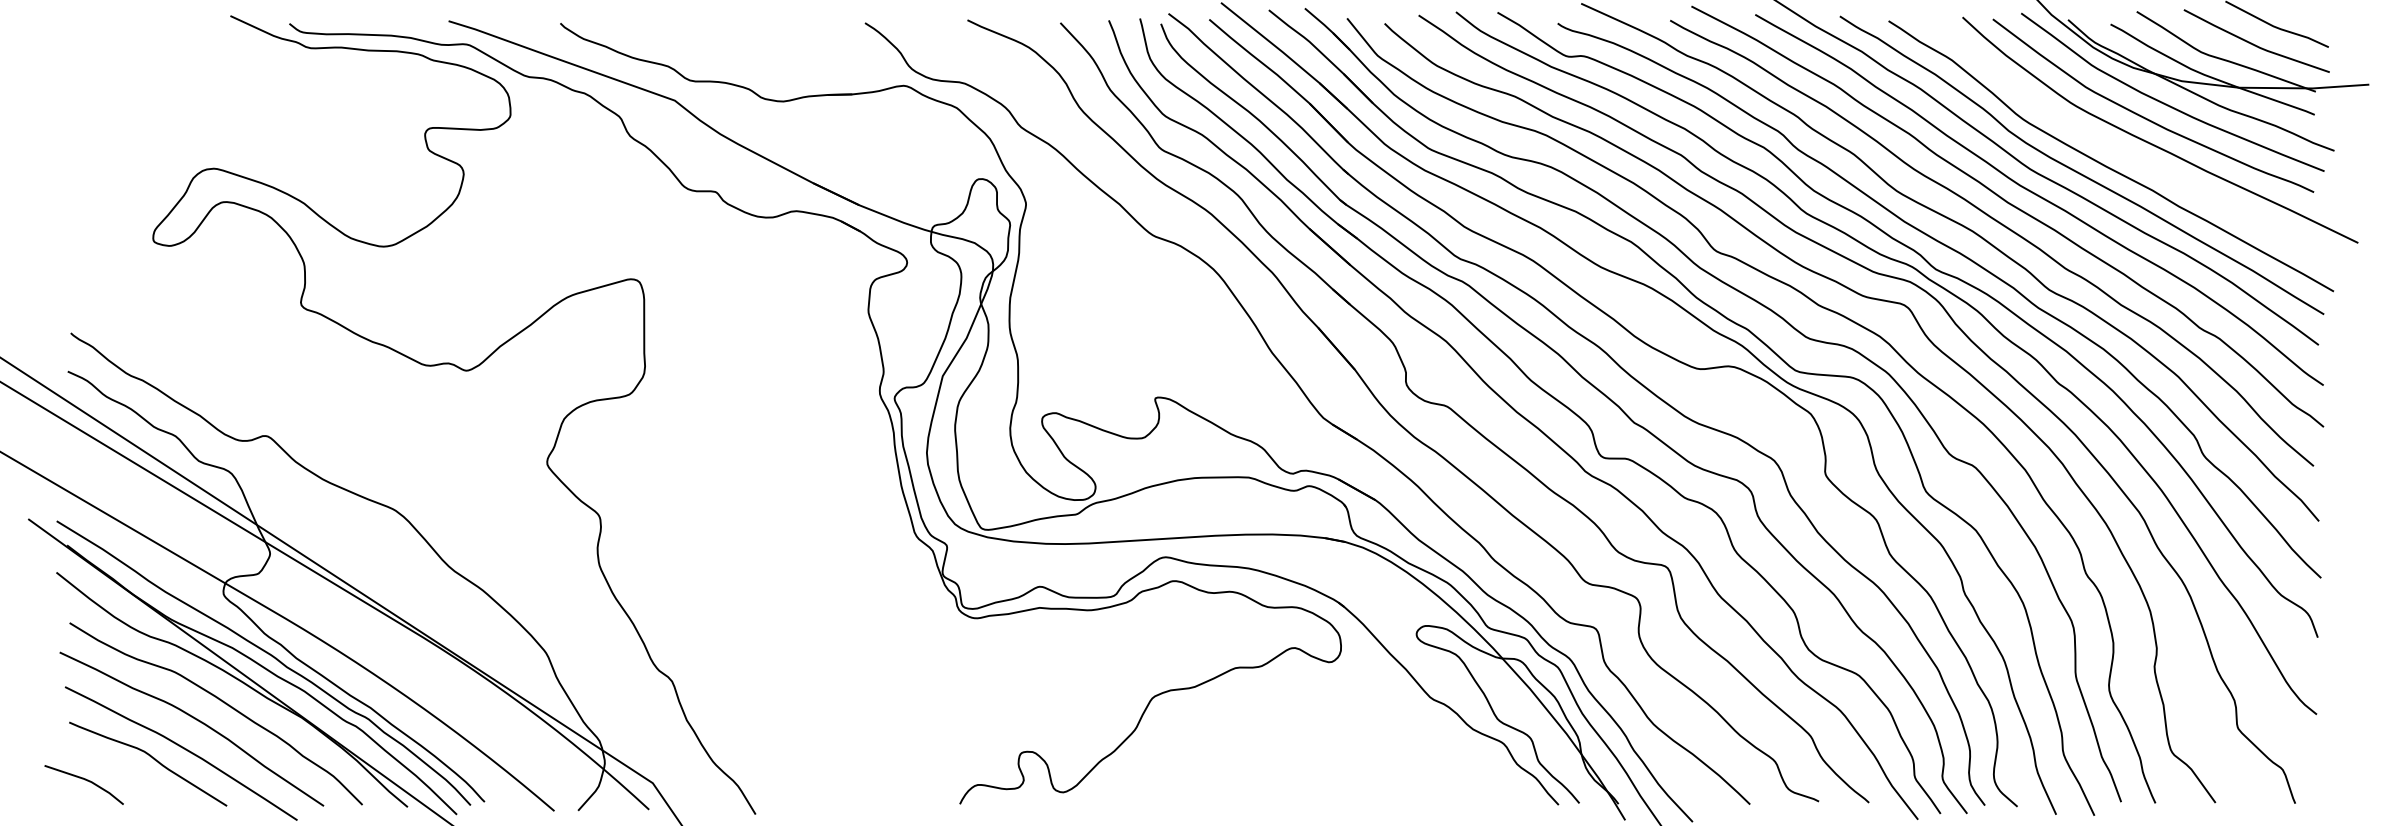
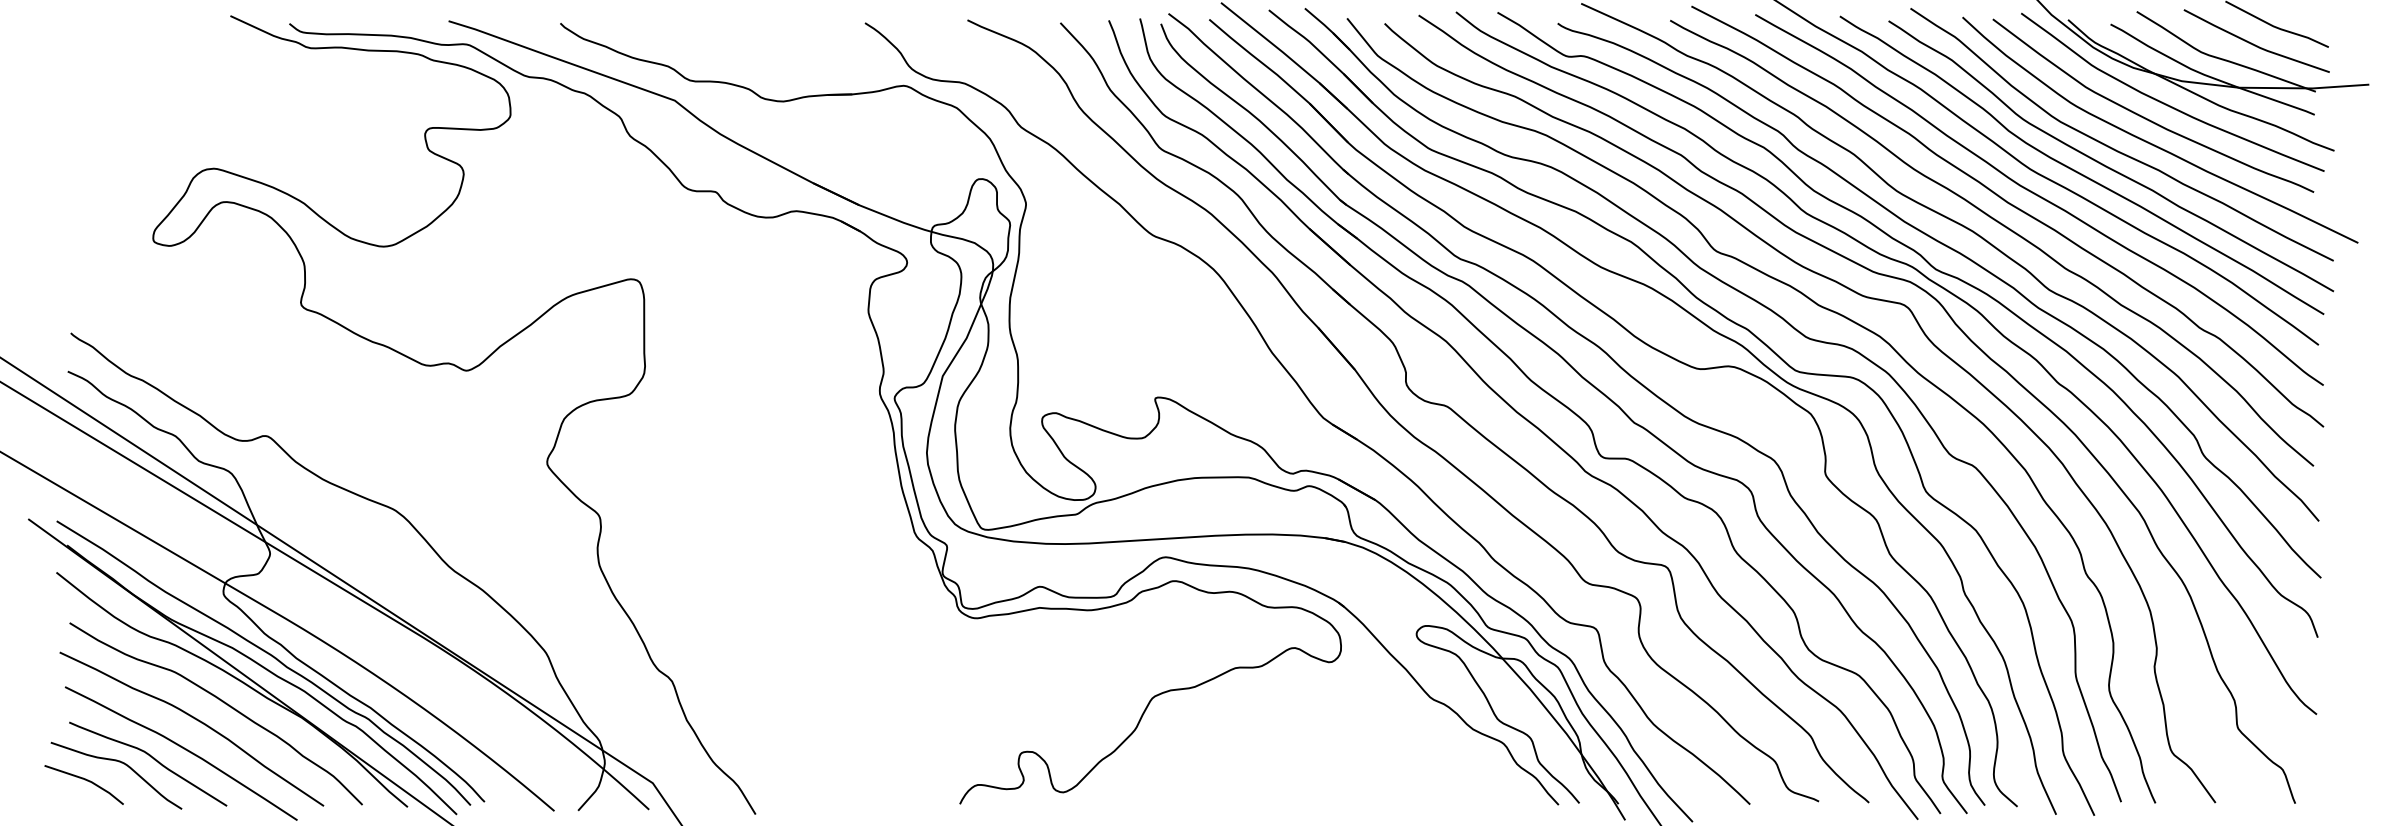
curve at (2114, 148): none -> present
curve at (121, 763): none -> present
